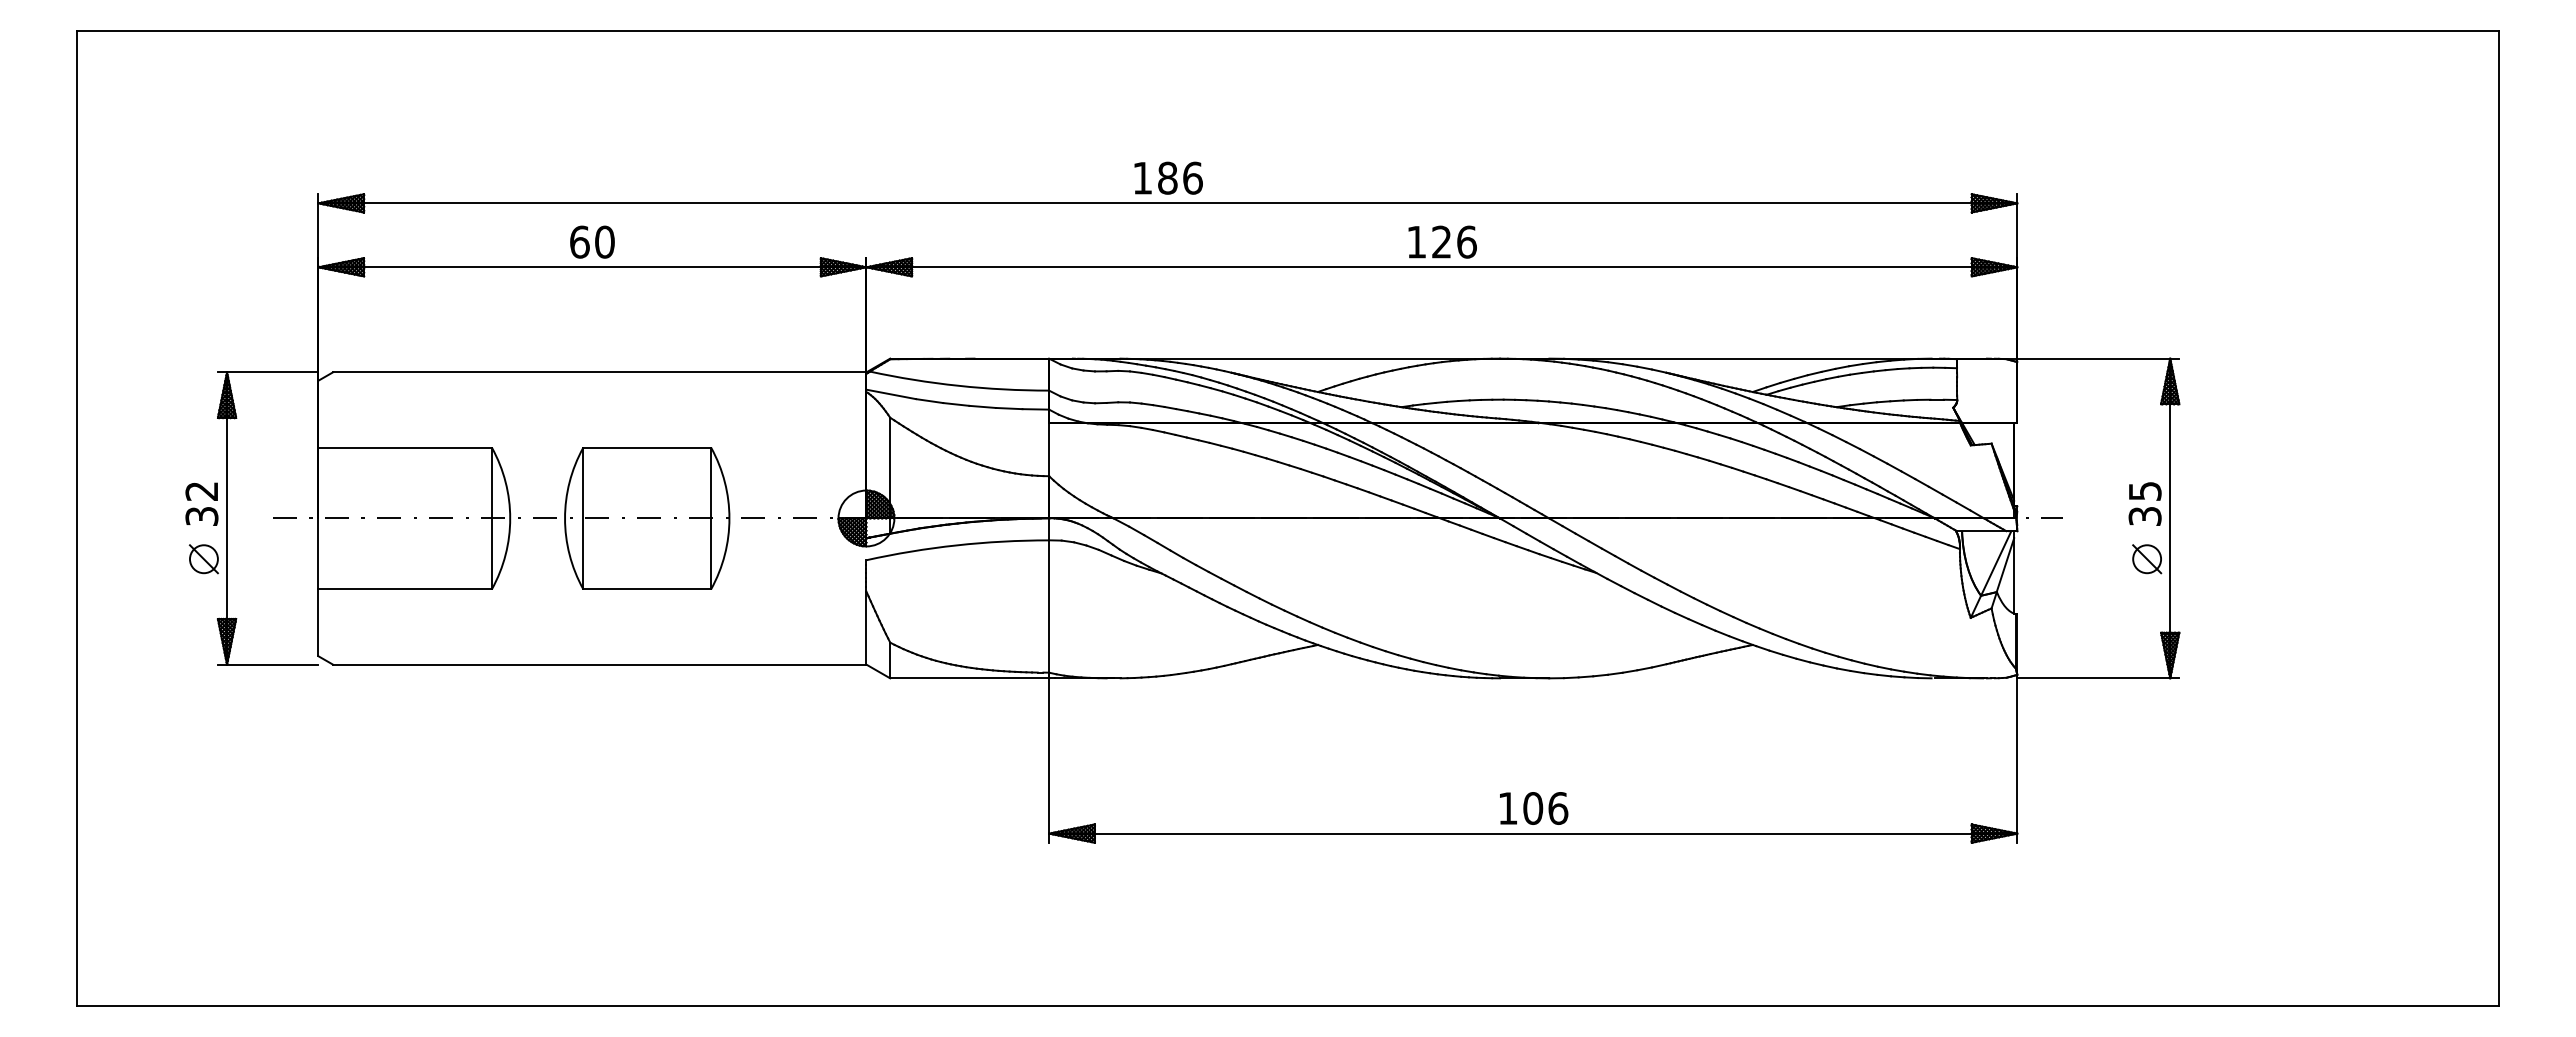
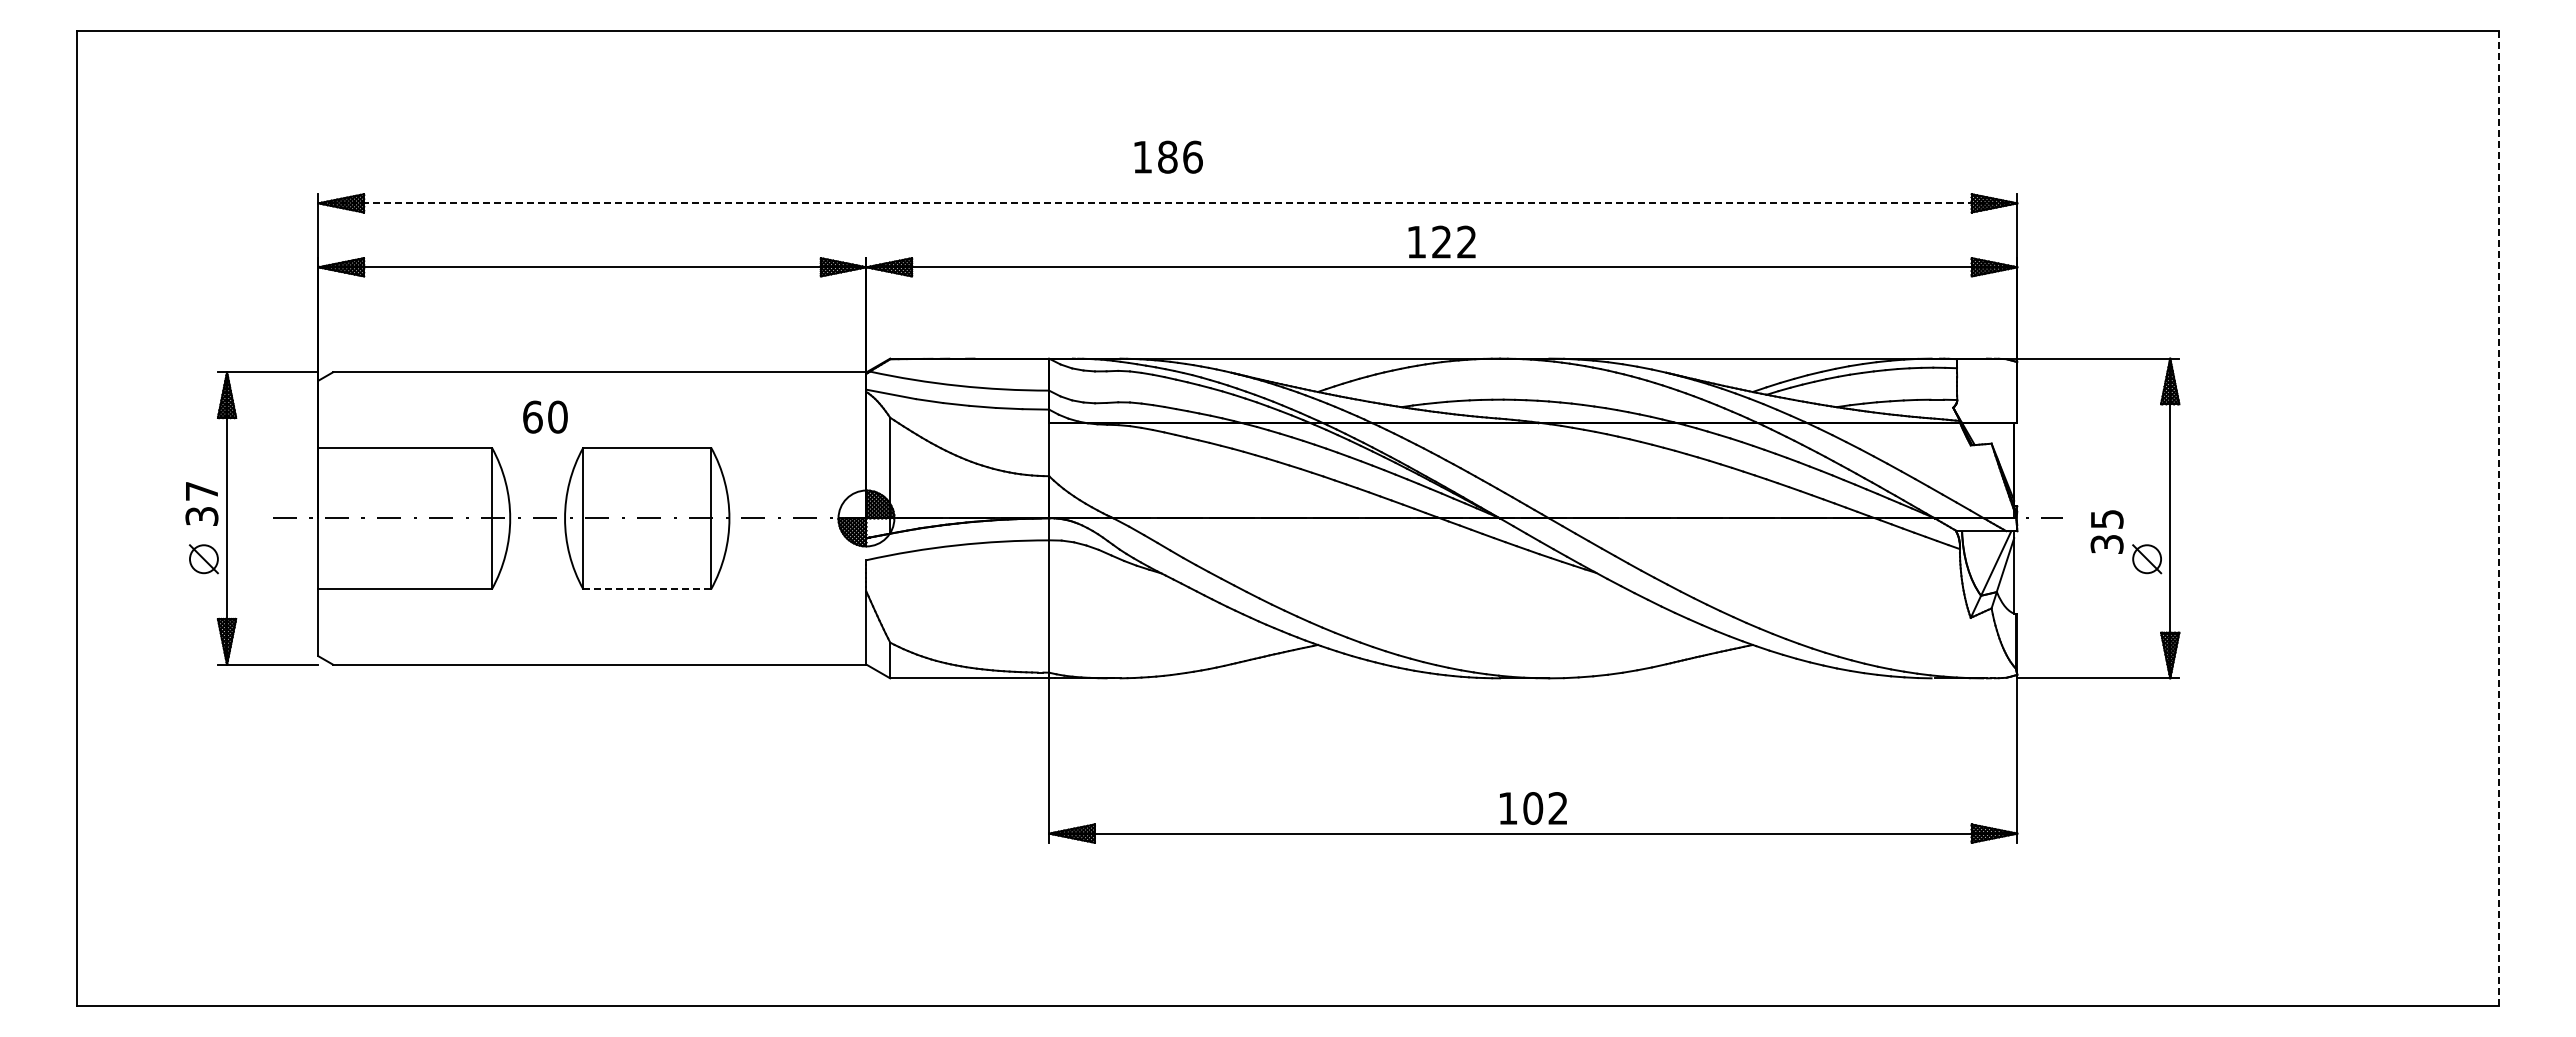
text at (1168, 177) position: (1168, 177) -> (1168, 156)
line at (1168, 203): solid -> dashed
text at (592, 241) position: (592, 241) -> (545, 416)
text at (1466, 241): 126 -> 122
text at (201, 491): 32 -> 37
text at (2144, 503) position: (2144, 503) -> (2106, 531)
line at (2498, 518): solid -> dashed
line at (647, 589): solid -> dashed
text at (1558, 808): 106 -> 102
